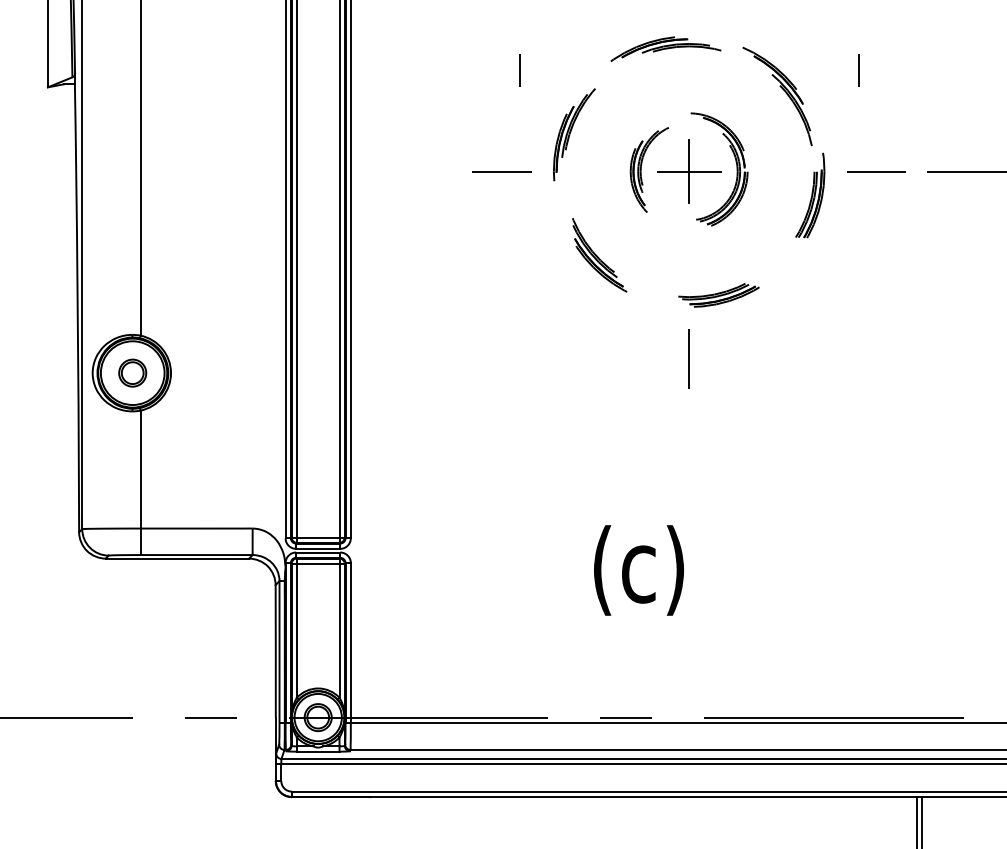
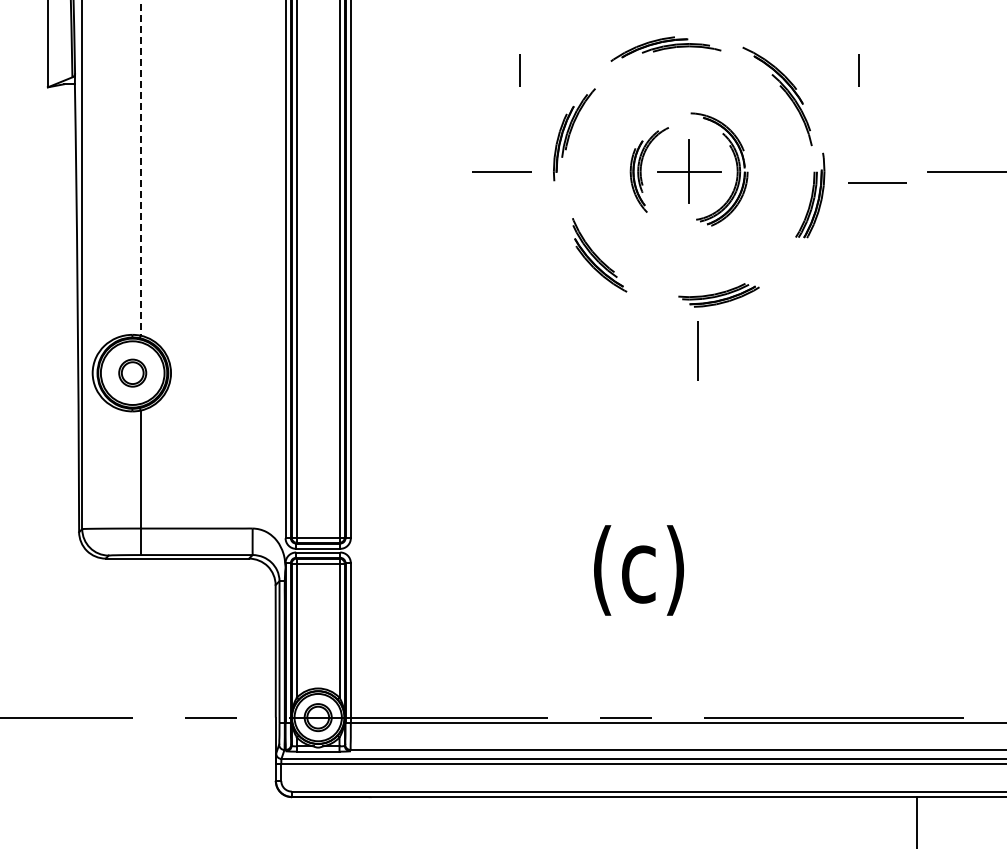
line at (140, 168): solid -> dashed
line at (876, 171) position: (876, 171) -> (877, 182)
line at (688, 358) position: (688, 358) -> (697, 350)
line at (922, 821): present -> none
